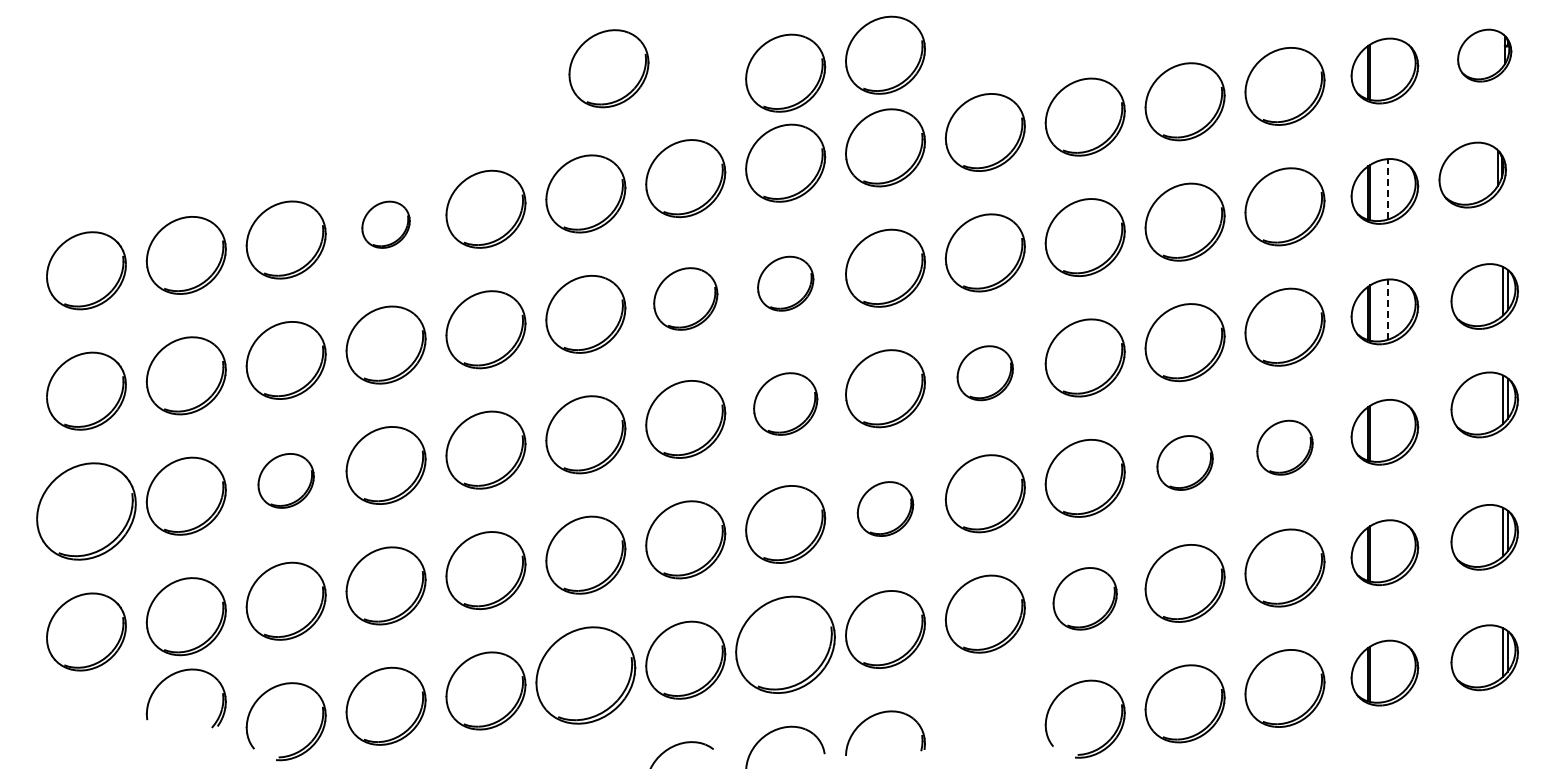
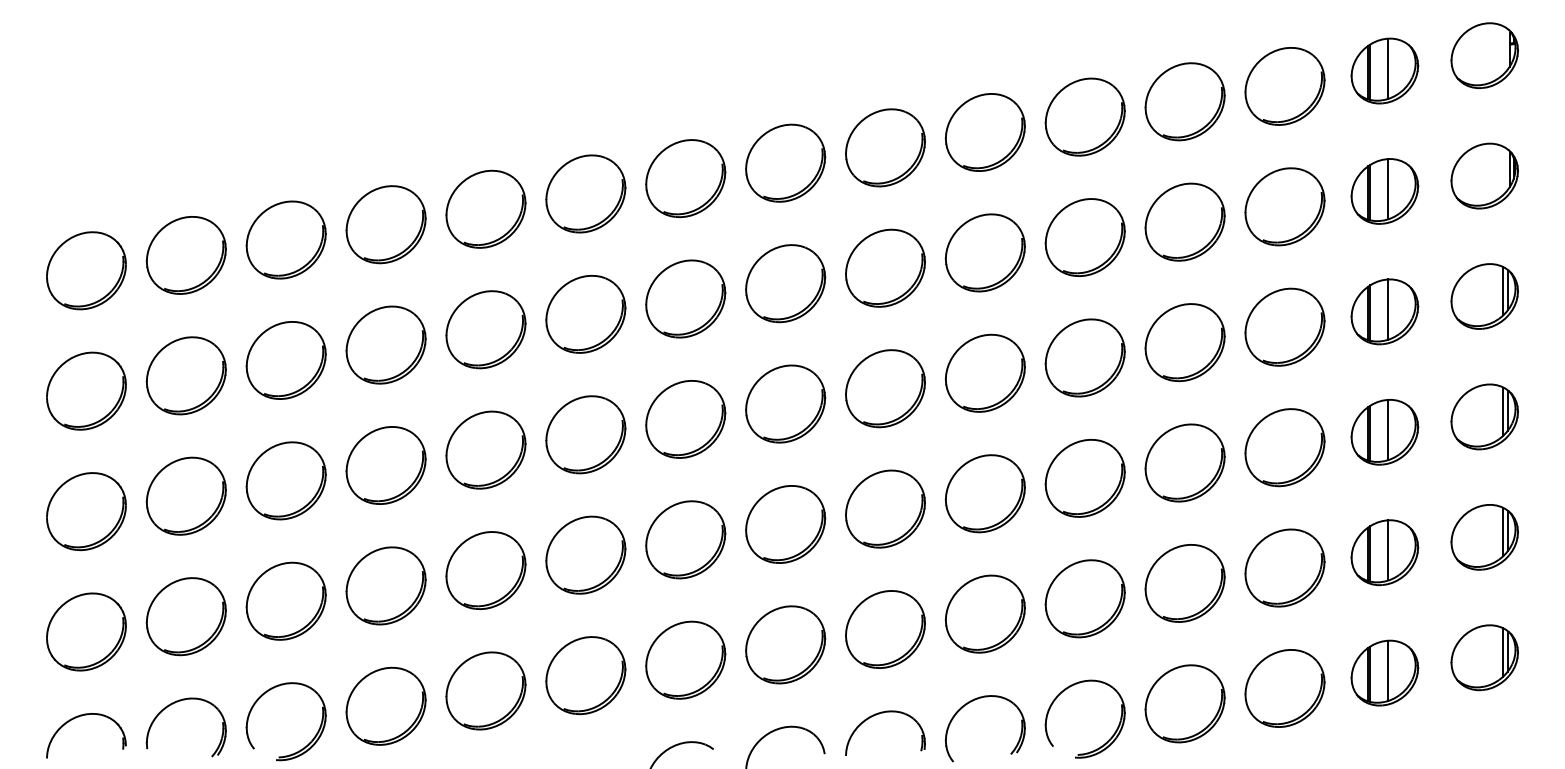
part at (885, 54): present -> none
part at (1484, 55) size: 56x55 px -> 69x67 px
part at (608, 68): present -> none
line at (1388, 68): none -> present
part at (785, 72): present -> none
part at (1472, 174) position: (1472, 174) -> (1484, 175)
line at (1388, 188): dashed -> solid
part at (385, 224) size: 50x49 px -> 82x80 px
part at (785, 283) size: 58x57 px -> 82x80 px
part at (685, 298) size: 66x64 px -> 82x80 px
line at (1388, 309): dashed -> solid
part at (984, 373) size: 58x57 px -> 82x80 px
part at (785, 403) size: 66x64 px -> 82x80 px
part at (1484, 404) position: (1484, 404) -> (1484, 416)
line at (1388, 429): none -> present
part at (1284, 447) size: 58x57 px -> 82x80 px
part at (1184, 462) size: 58x56 px -> 82x80 px
part at (285, 480) size: 58x56 px -> 82x80 px
part at (885, 508) size: 59x56 px -> 81x80 px
part at (86, 511) size: 101x99 px -> 81x80 px
line at (1388, 550): none -> present
part at (1084, 598) size: 66x64 px -> 82x80 px
part at (785, 644) size: 101x99 px -> 82x80 px
line at (1388, 670): none -> present
part at (173, 675) position: (173, 675) -> (173, 704)
part at (585, 675) size: 102x99 px -> 82x80 px
part at (971, 702): none -> present
part at (82, 716): none -> present
